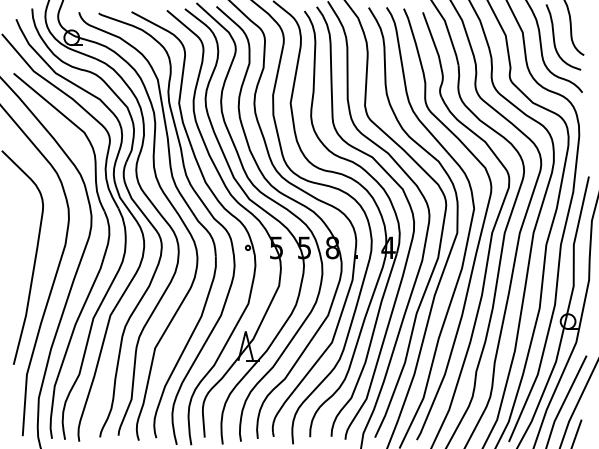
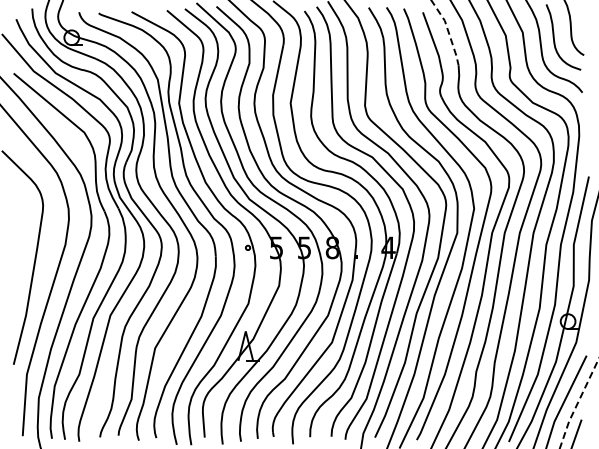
line at (448, 32): solid -> dashed
line at (577, 403): solid -> dashed
